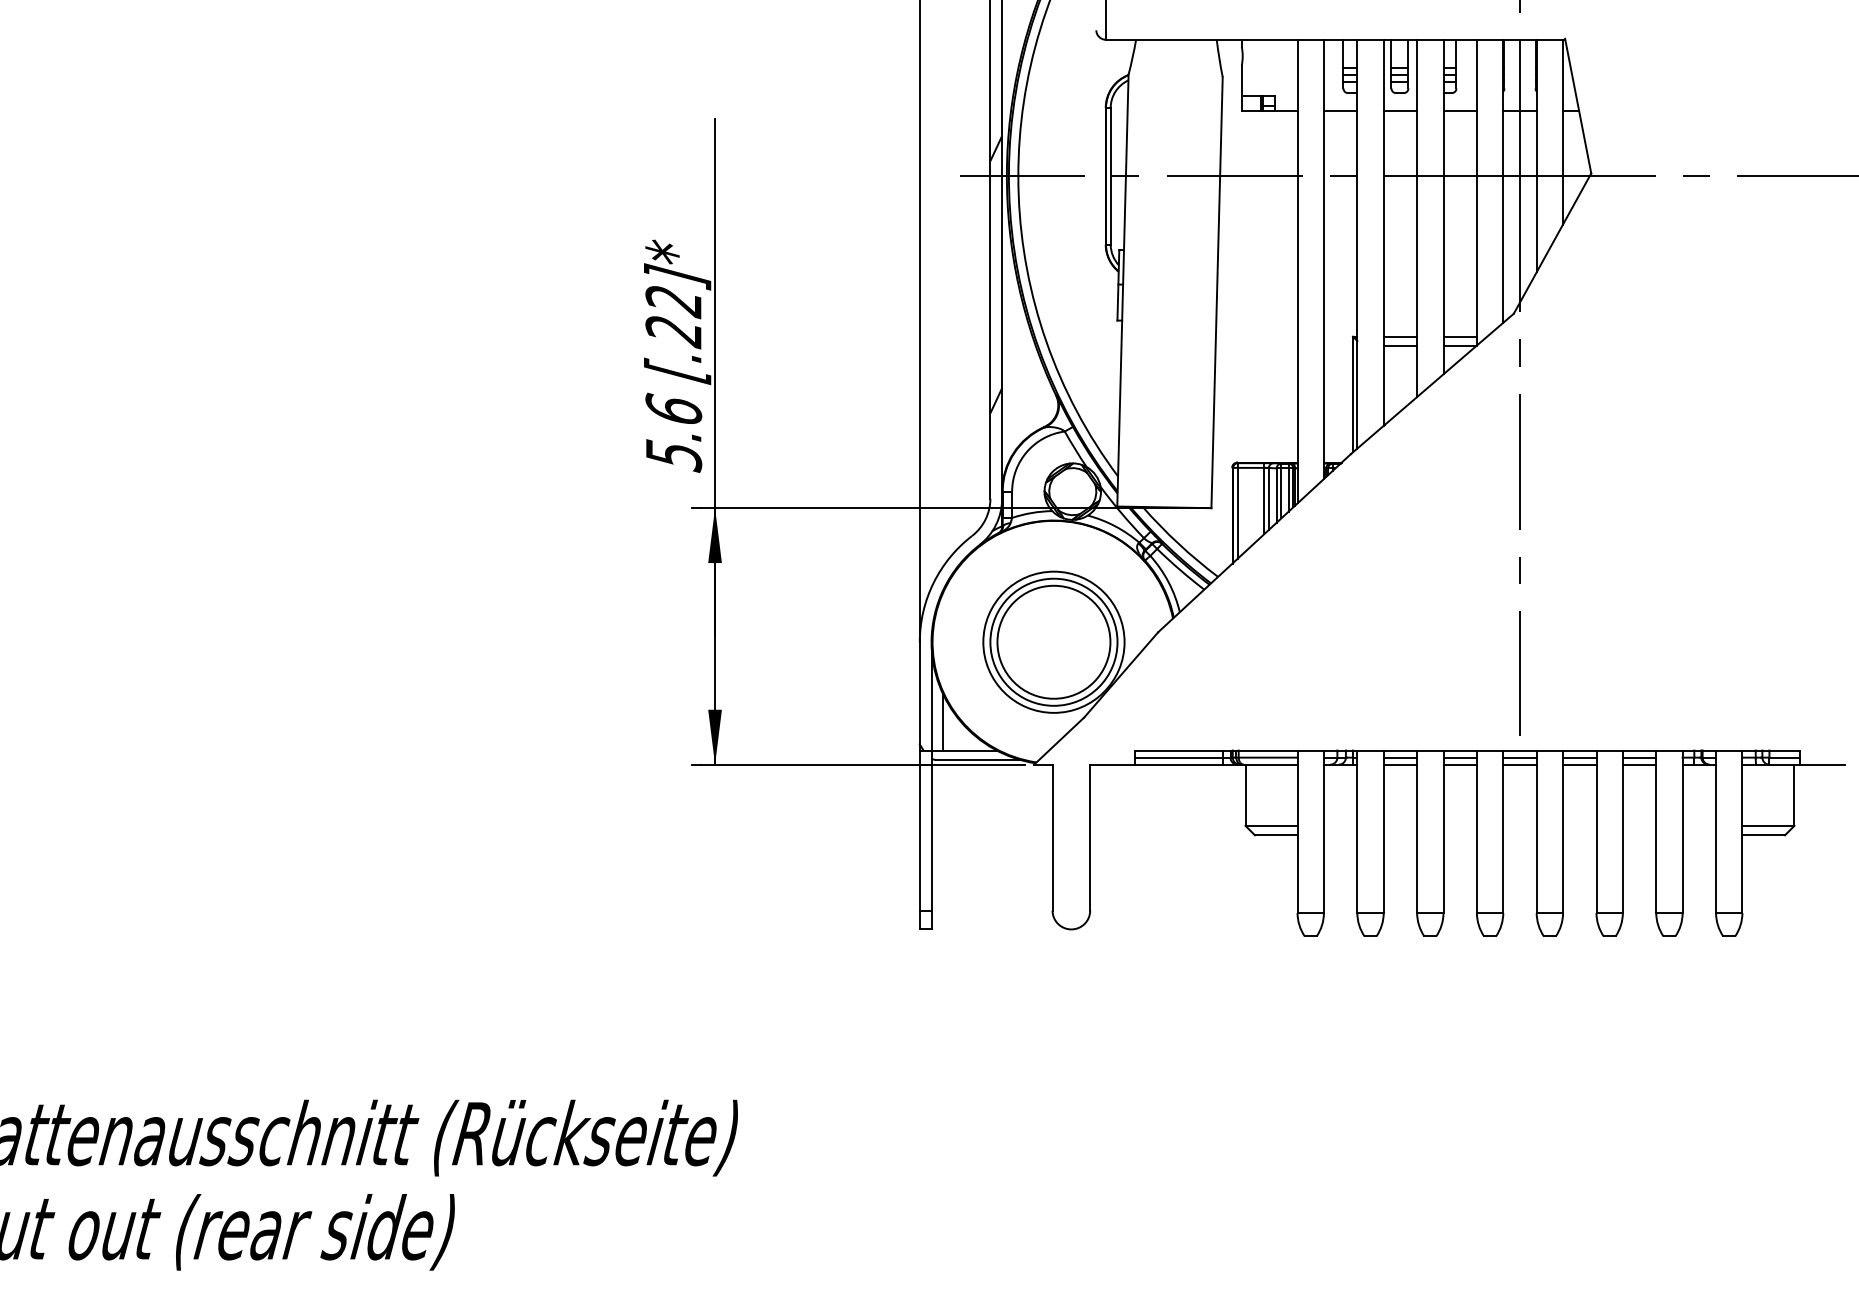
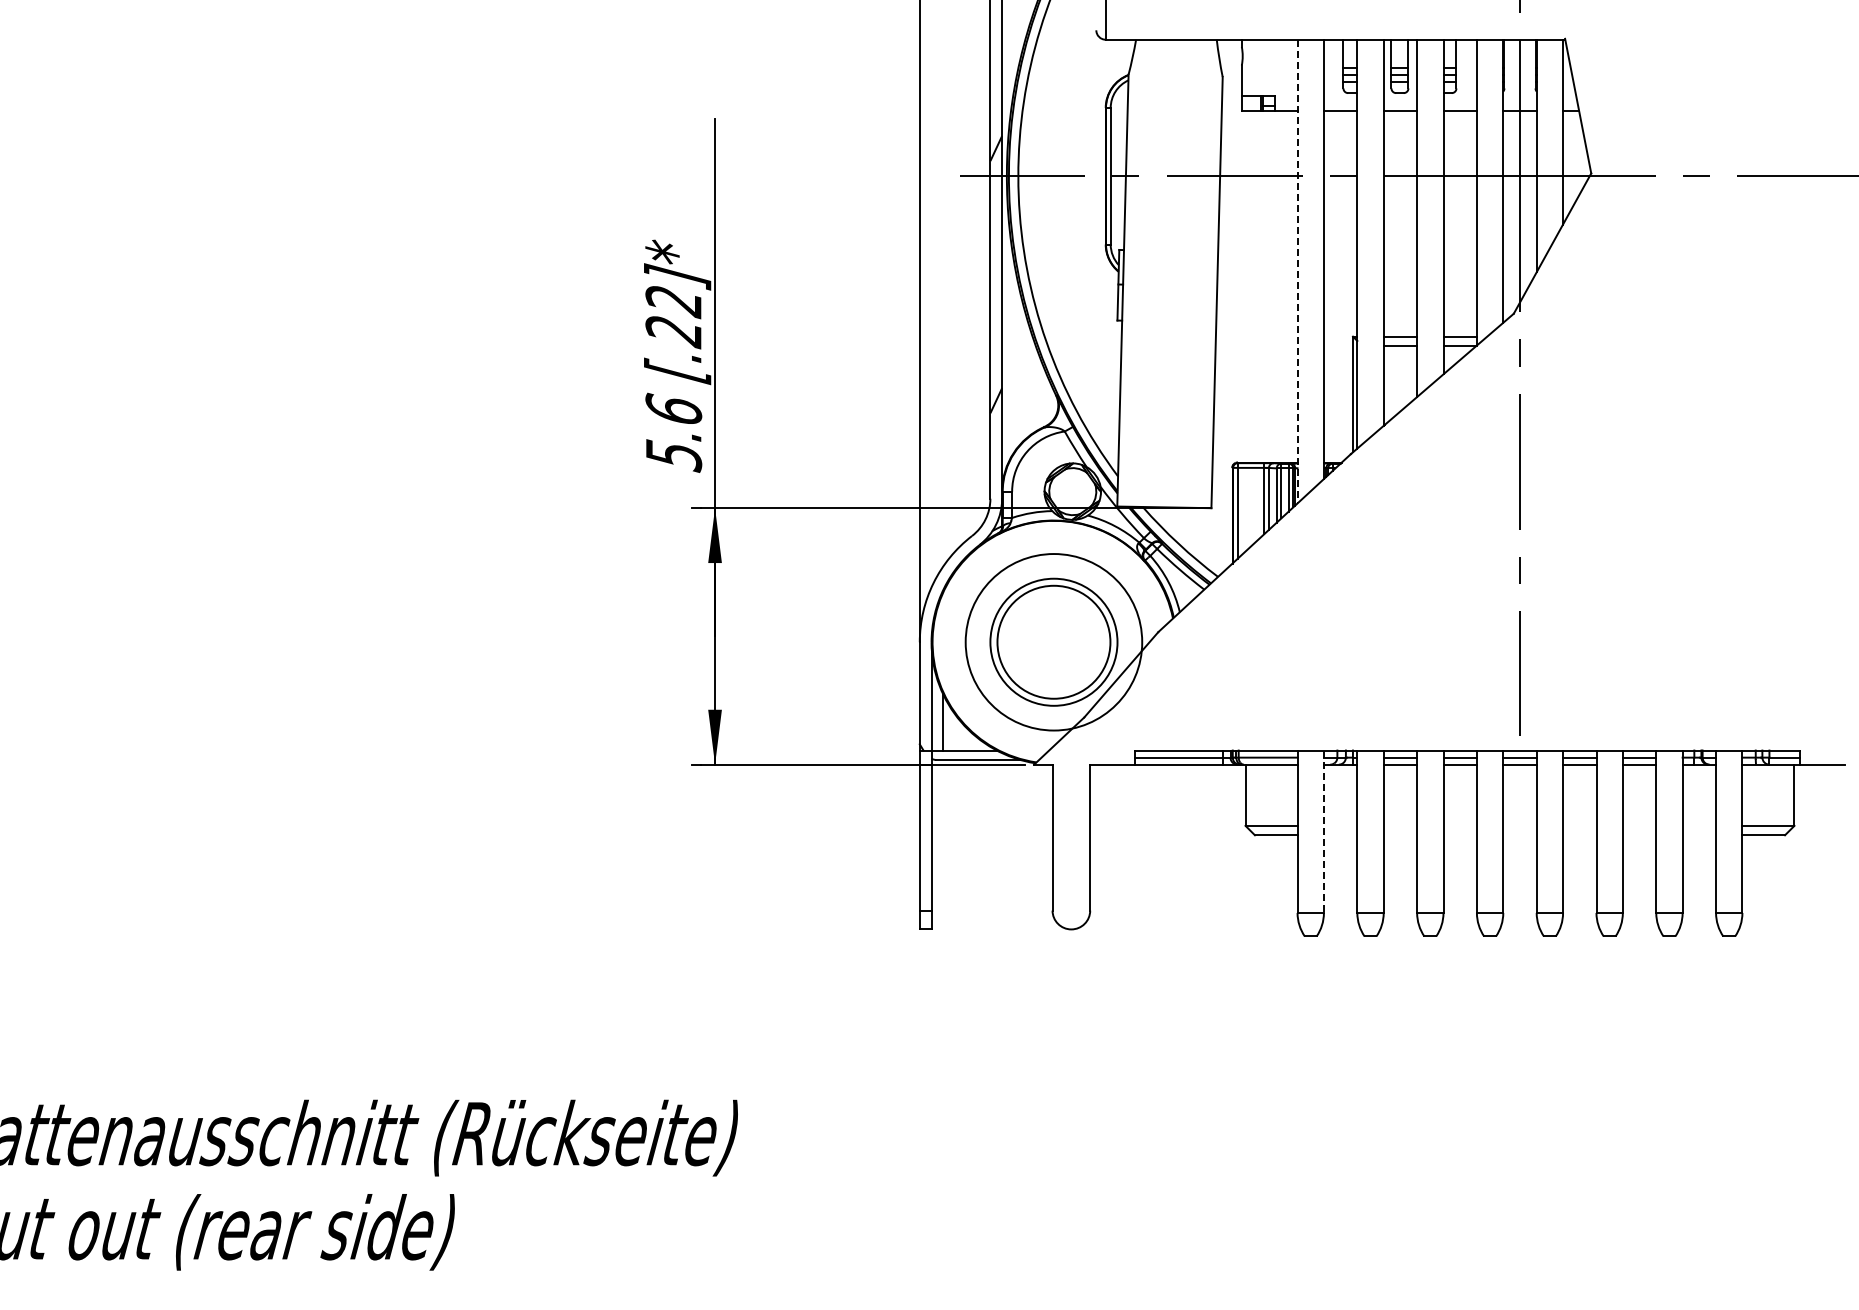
line at (1297, 271): solid -> dashed
circle at (1053, 641) diameter: 141 px -> 177 px
line at (1323, 832): solid -> dashed
